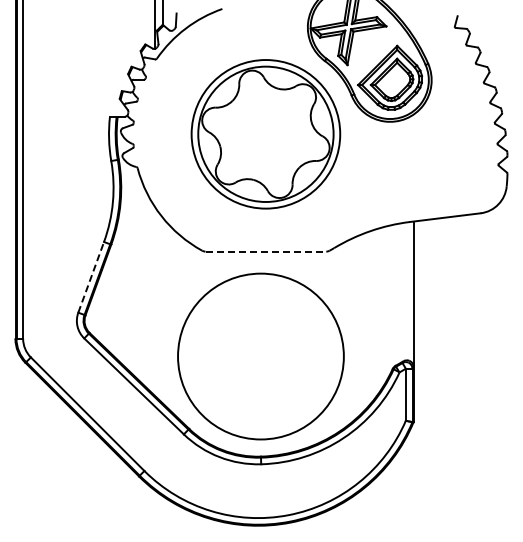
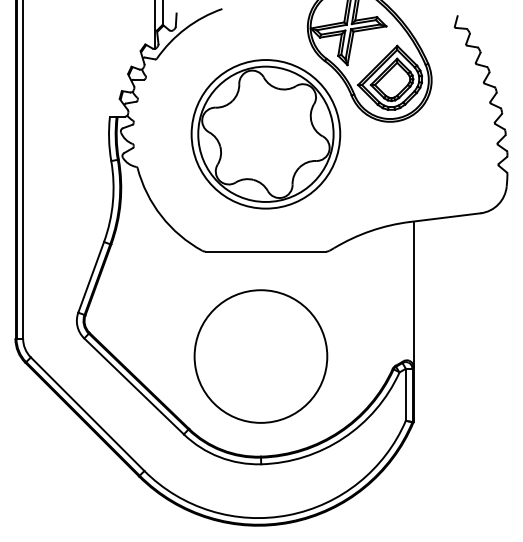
line at (266, 251): dashed -> solid
line at (91, 277): dashed -> solid
circle at (260, 356) diameter: 166 px -> 133 px
